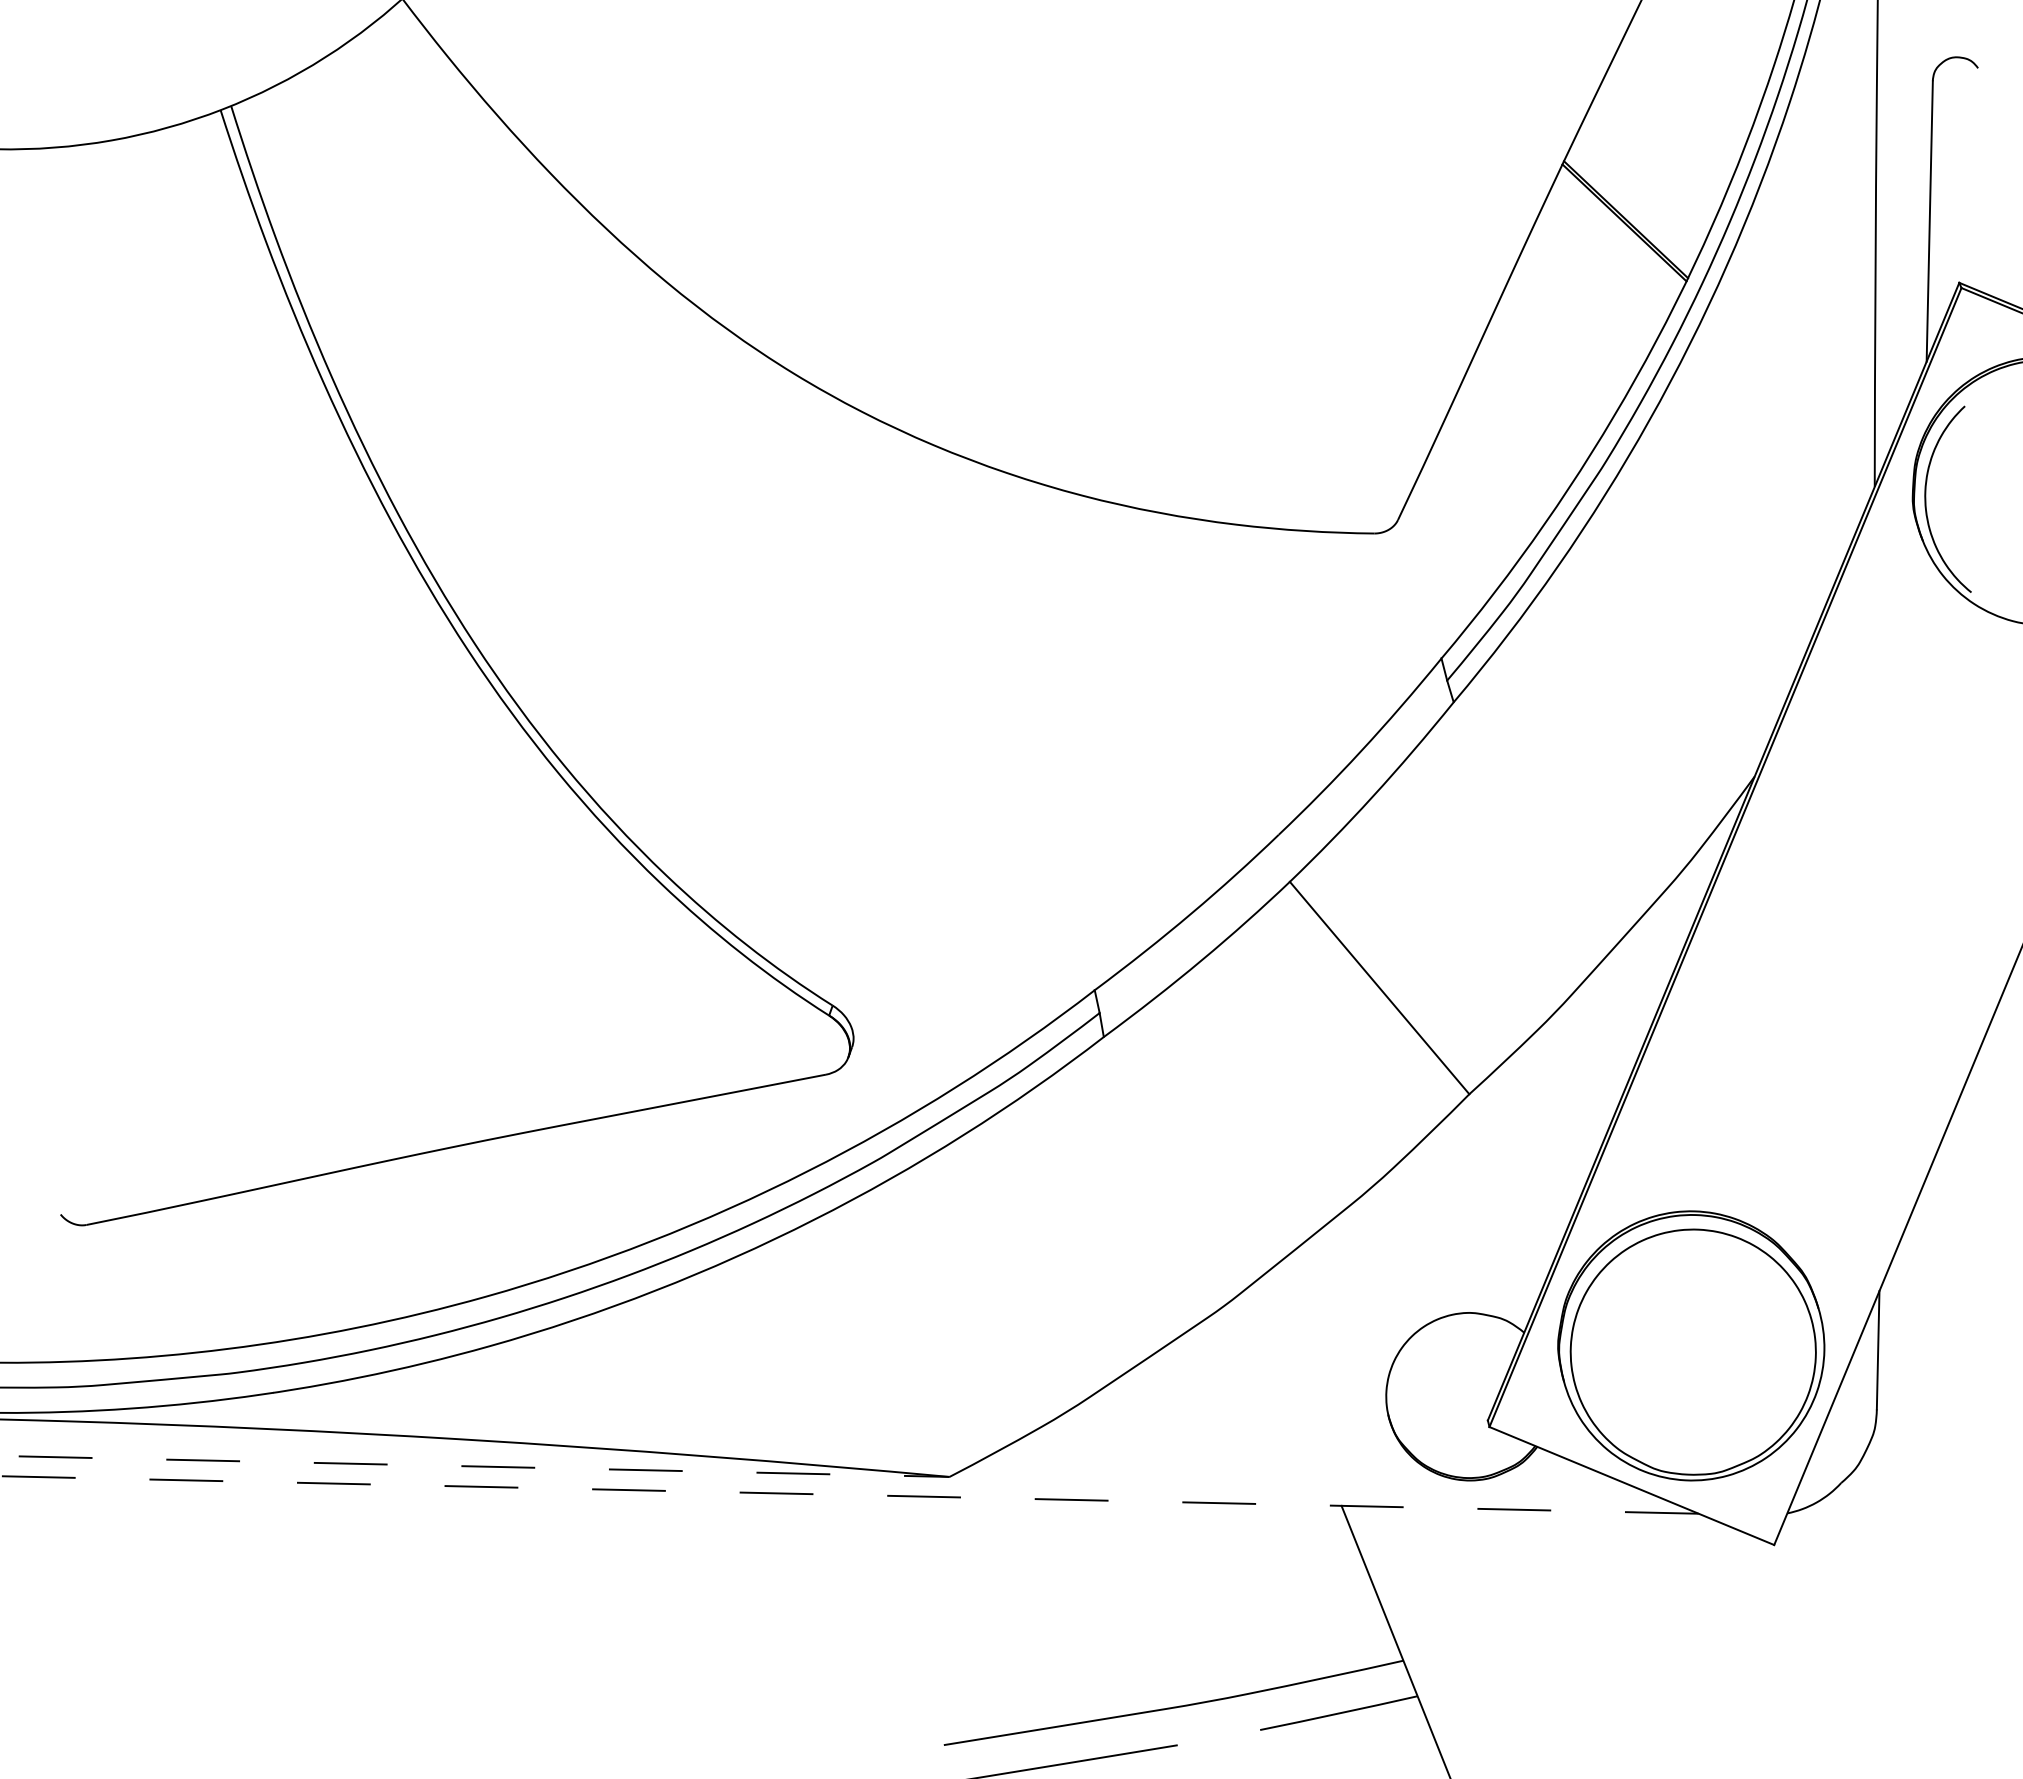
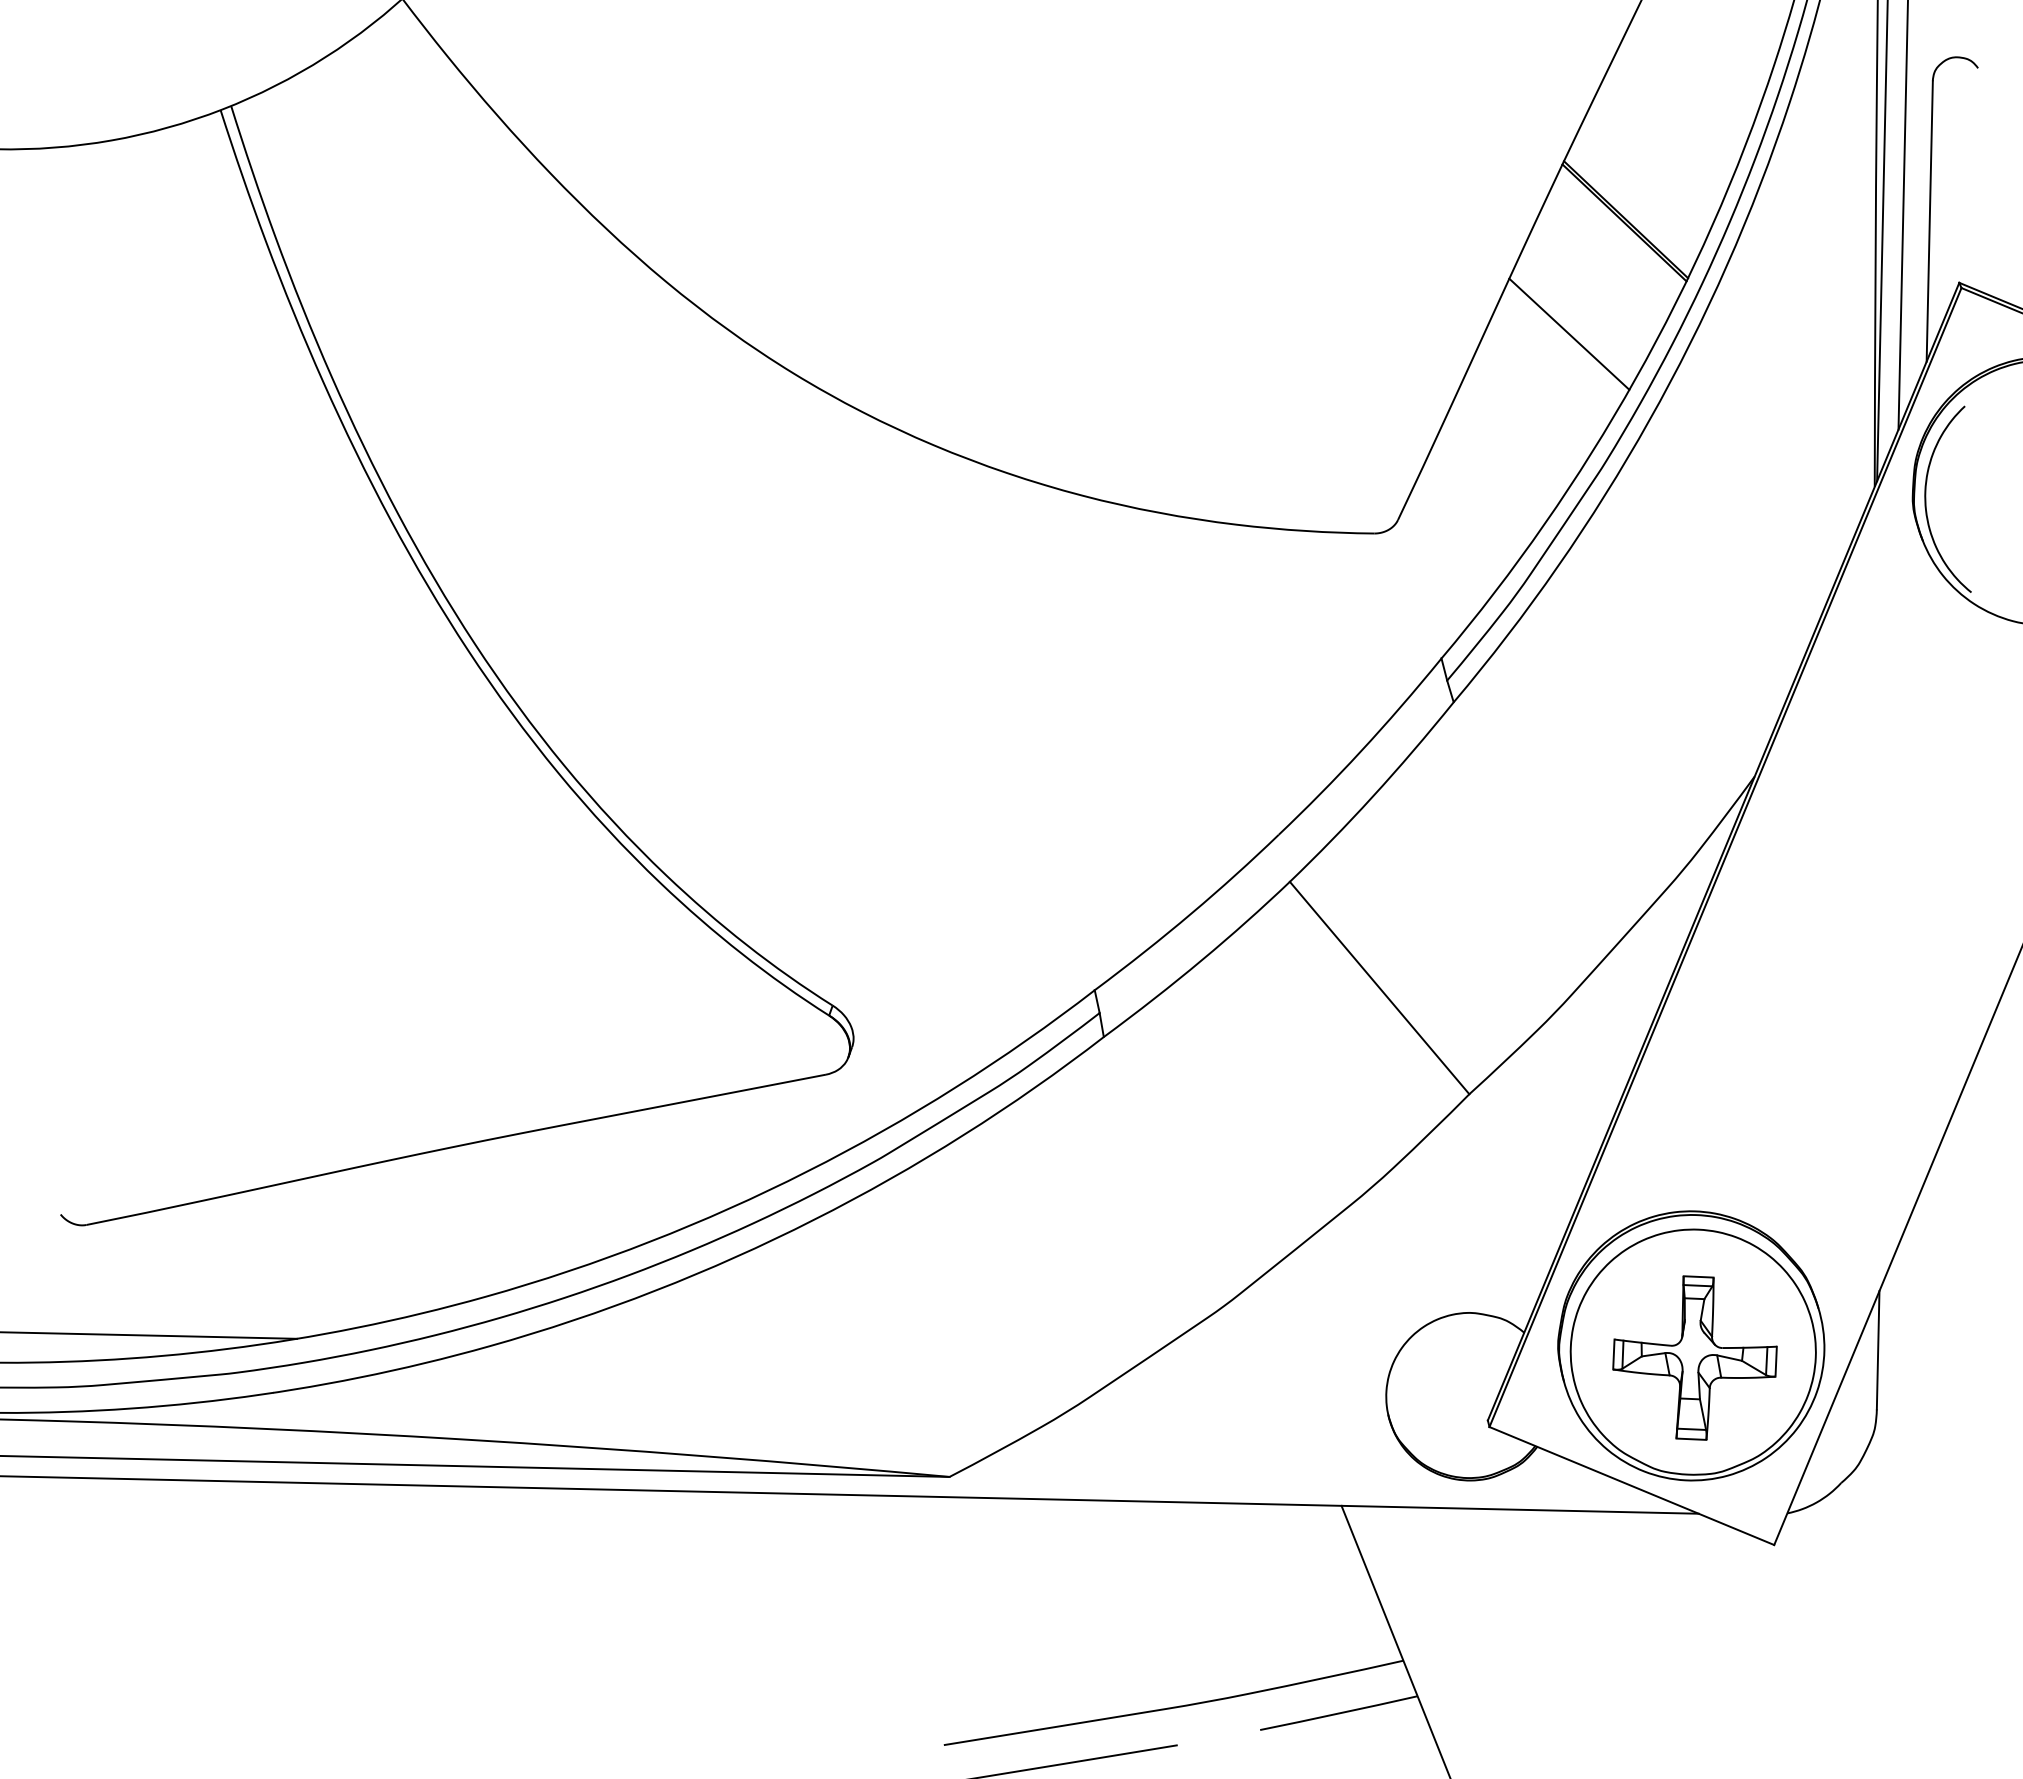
line at (1902, 215): none -> present
line at (1882, 241): none -> present
line at (1569, 333): none -> present
line at (149, 1335): none -> present
part at (1694, 1357): none -> present
line at (474, 1466): dashed -> solid
line at (849, 1494): dashed -> solid
